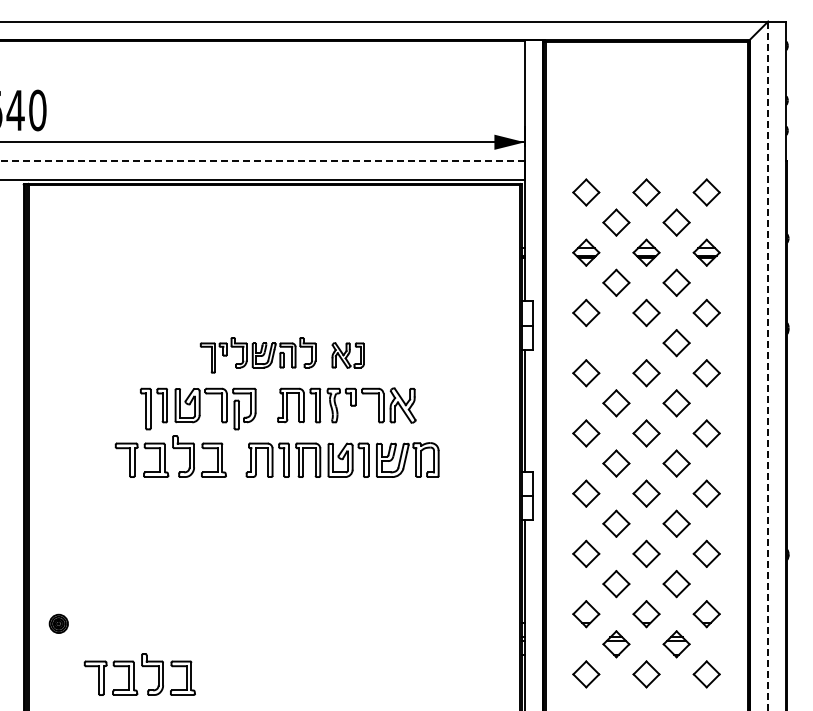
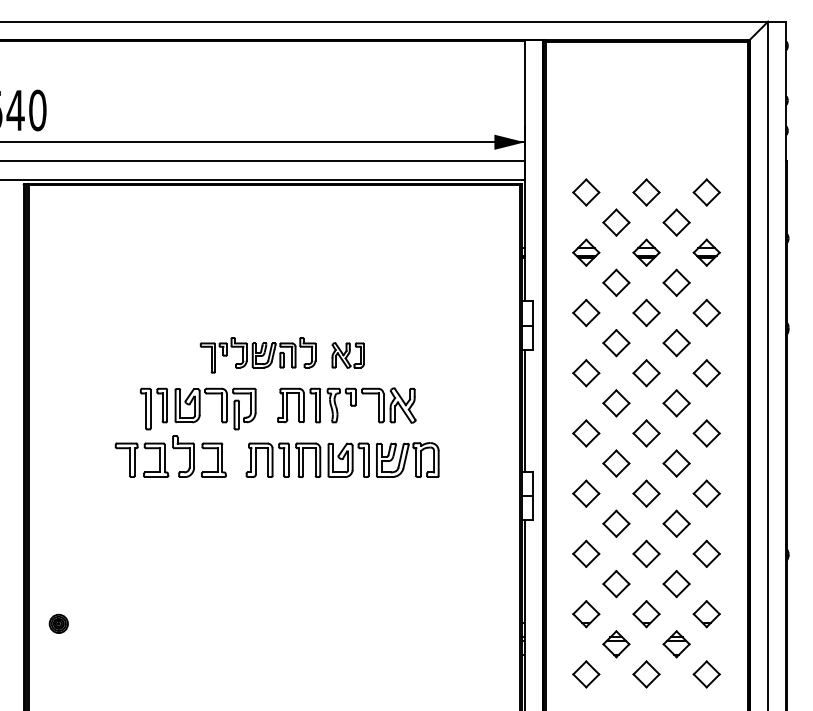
line at (262, 161): dashed -> solid
part at (616, 343): none -> present
line at (768, 366): dashed -> solid
part at (139, 674): present -> none
